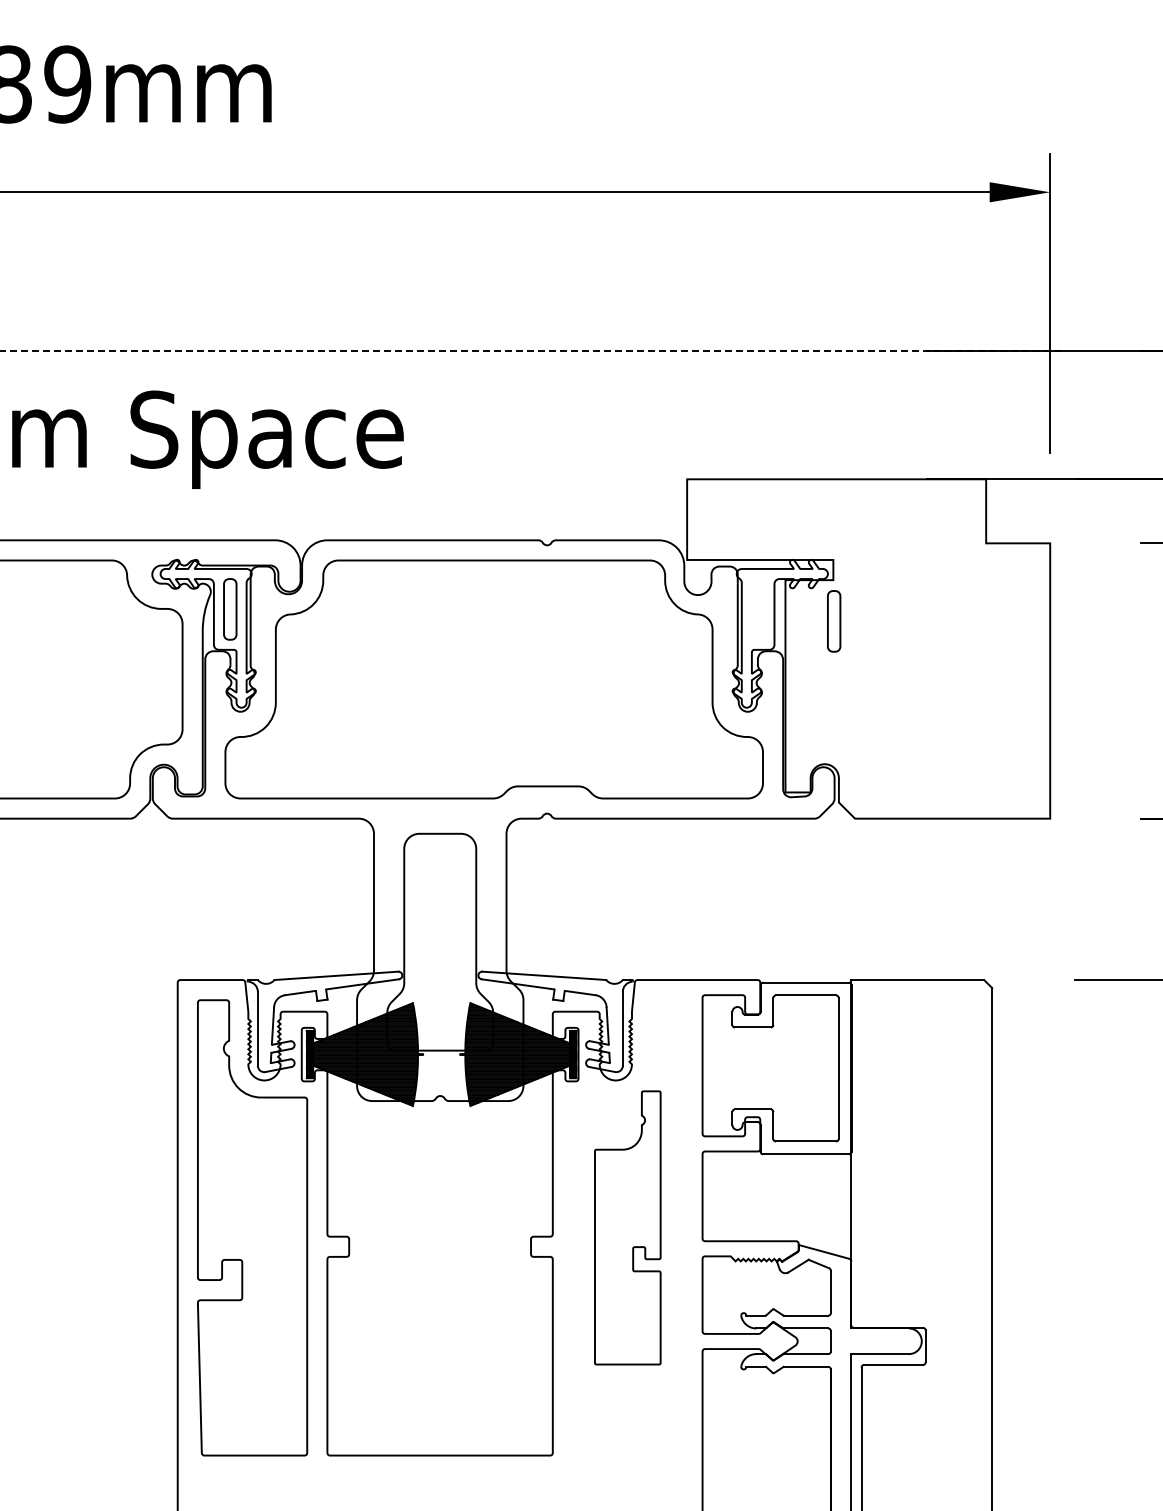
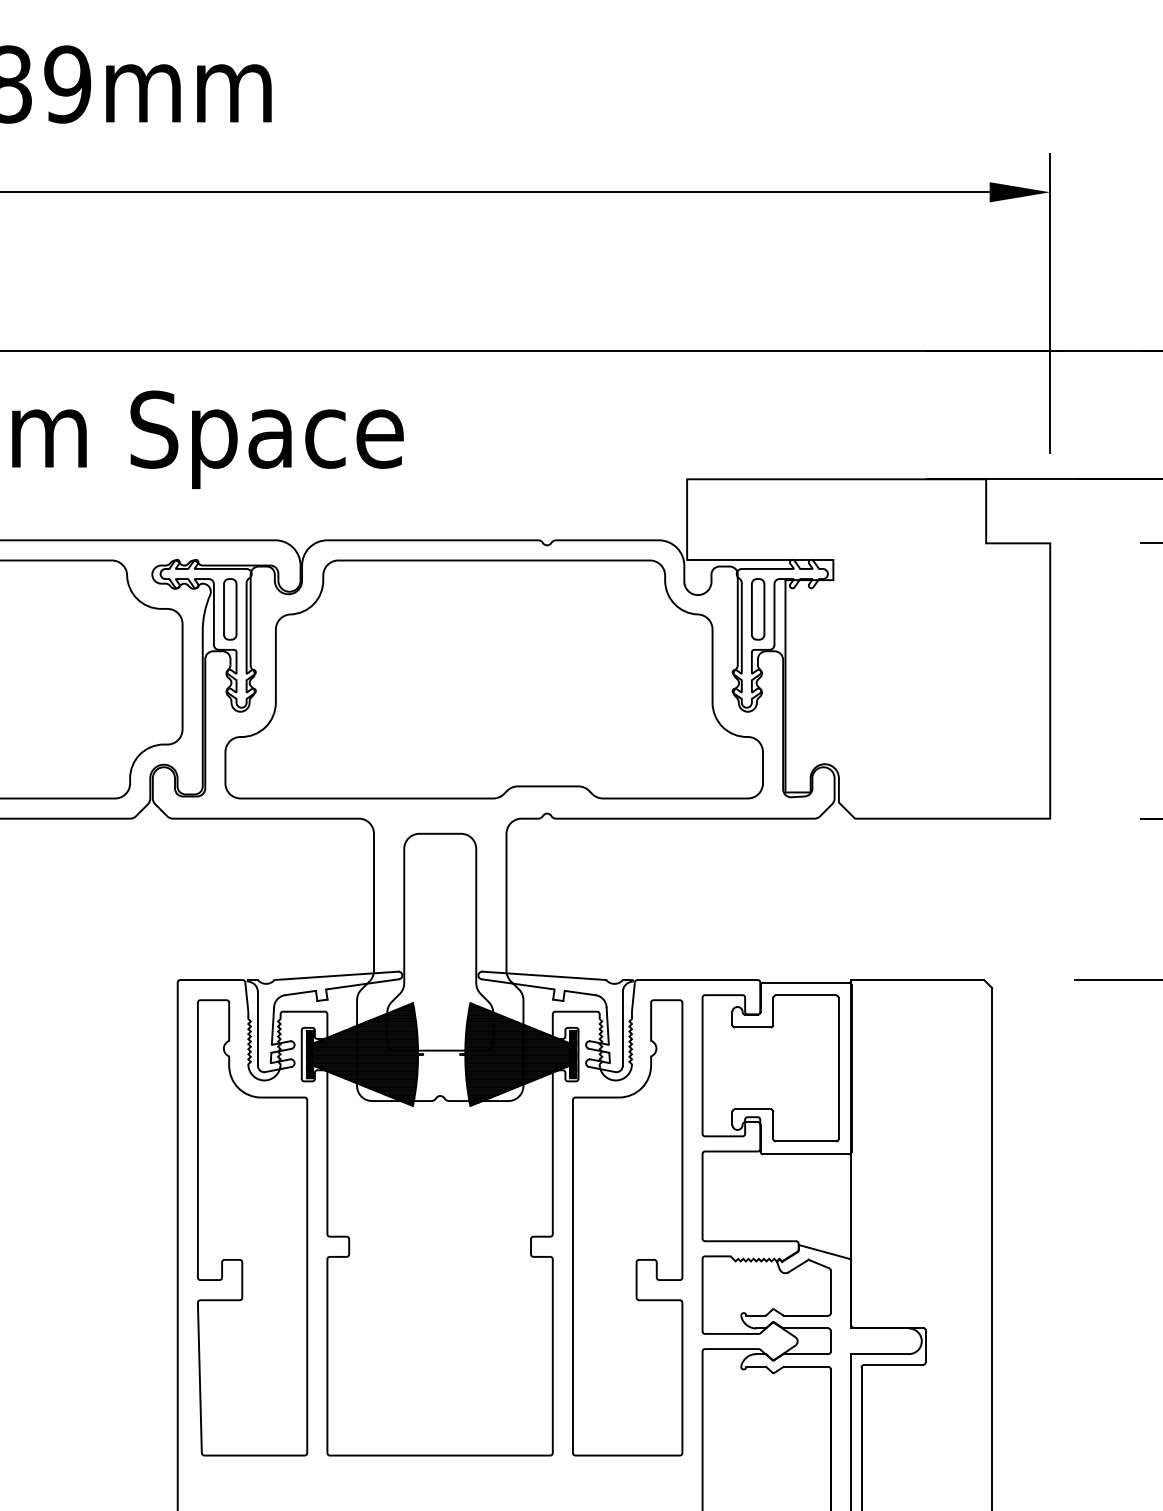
line at (531, 351): dashed -> solid
part at (834, 621) position: (834, 621) -> (758, 609)
part at (627, 1227) size: 68x276 px -> 112x458 px
